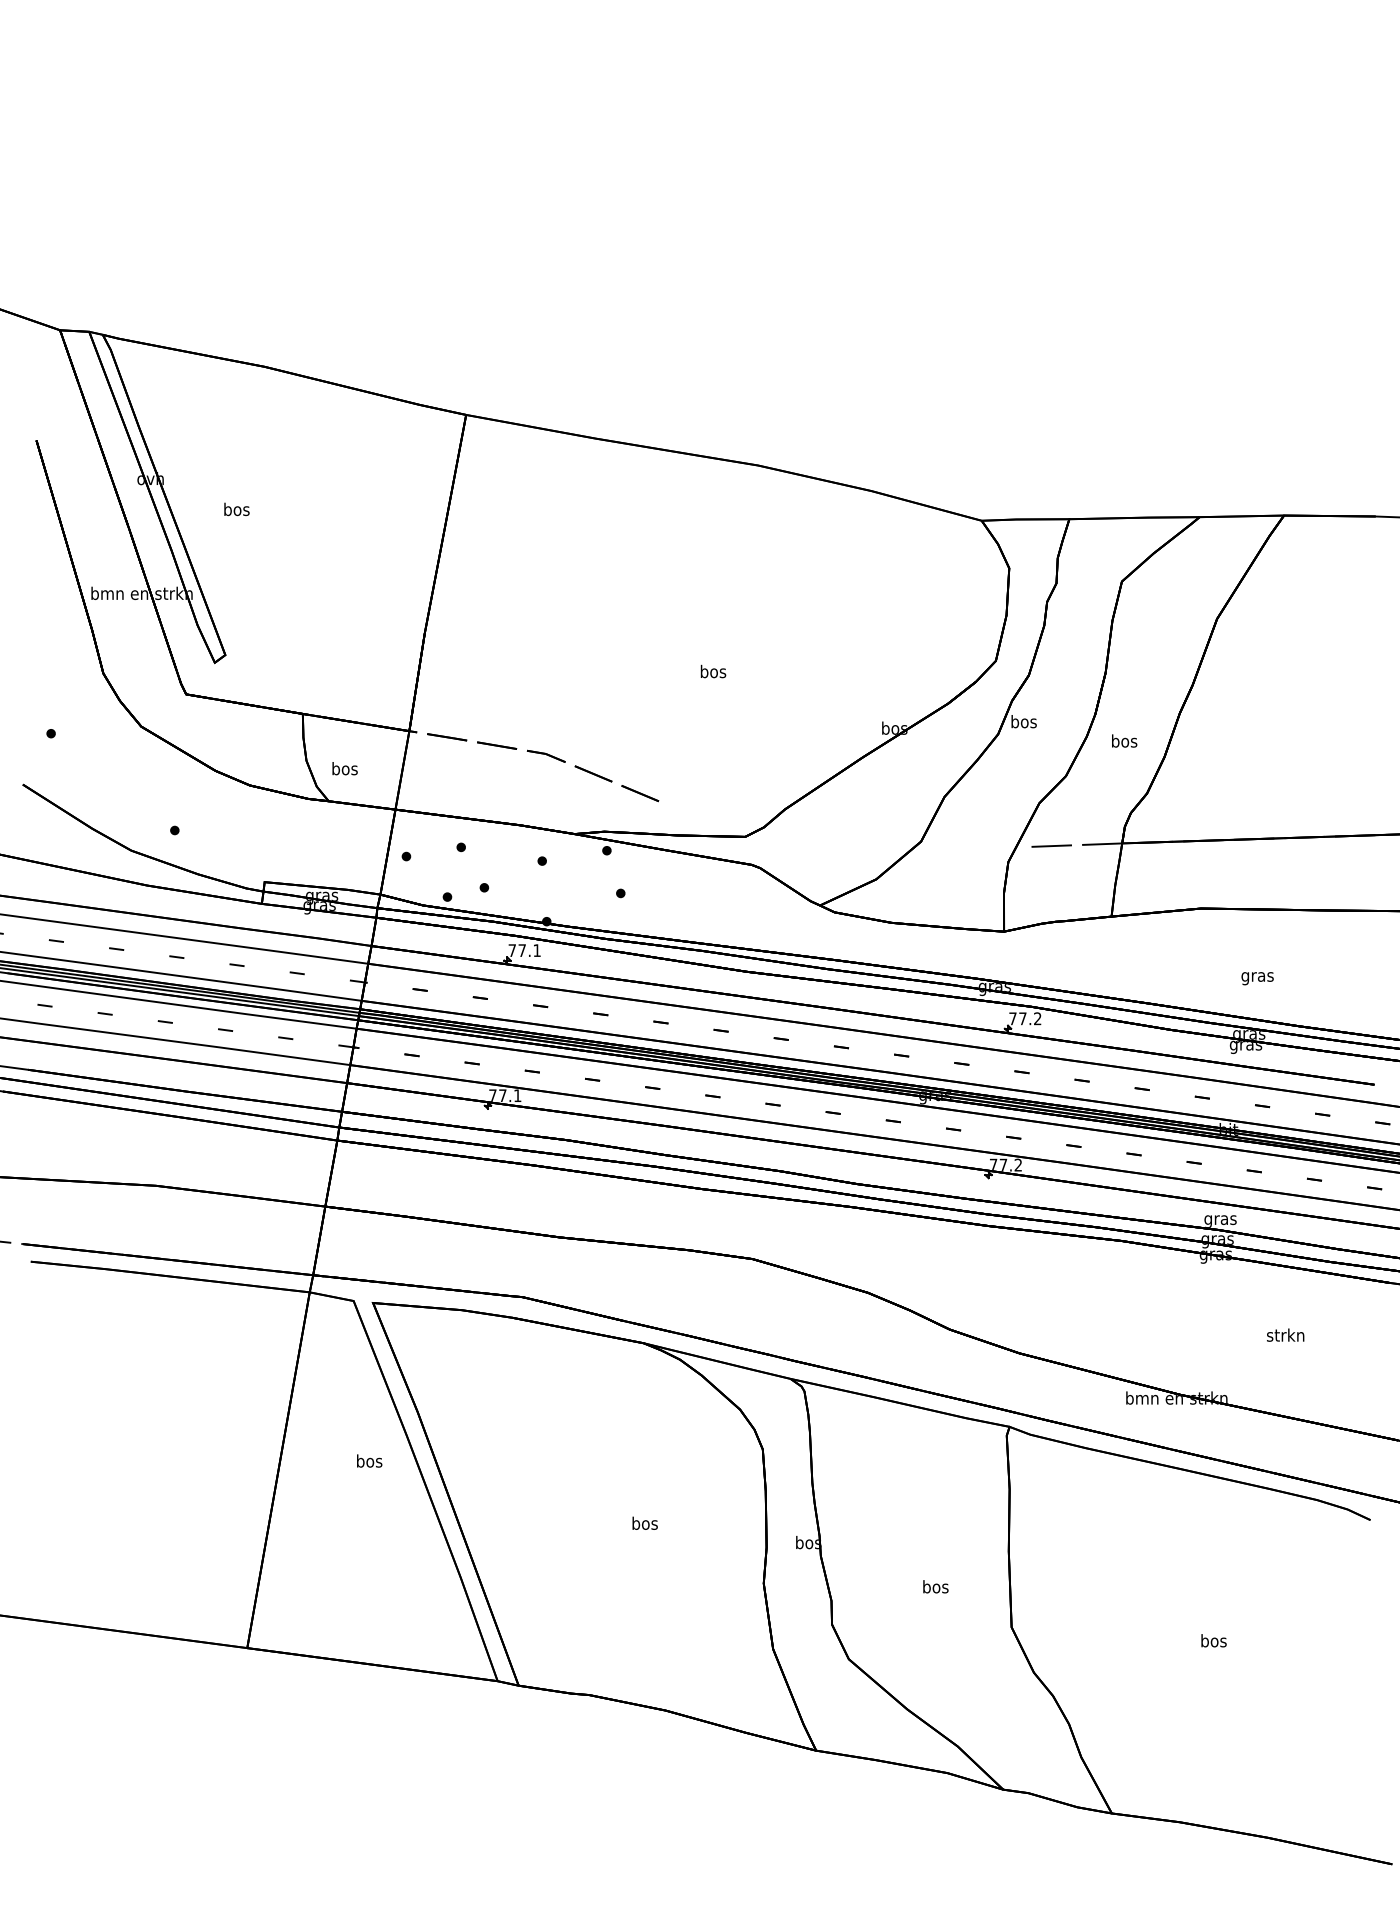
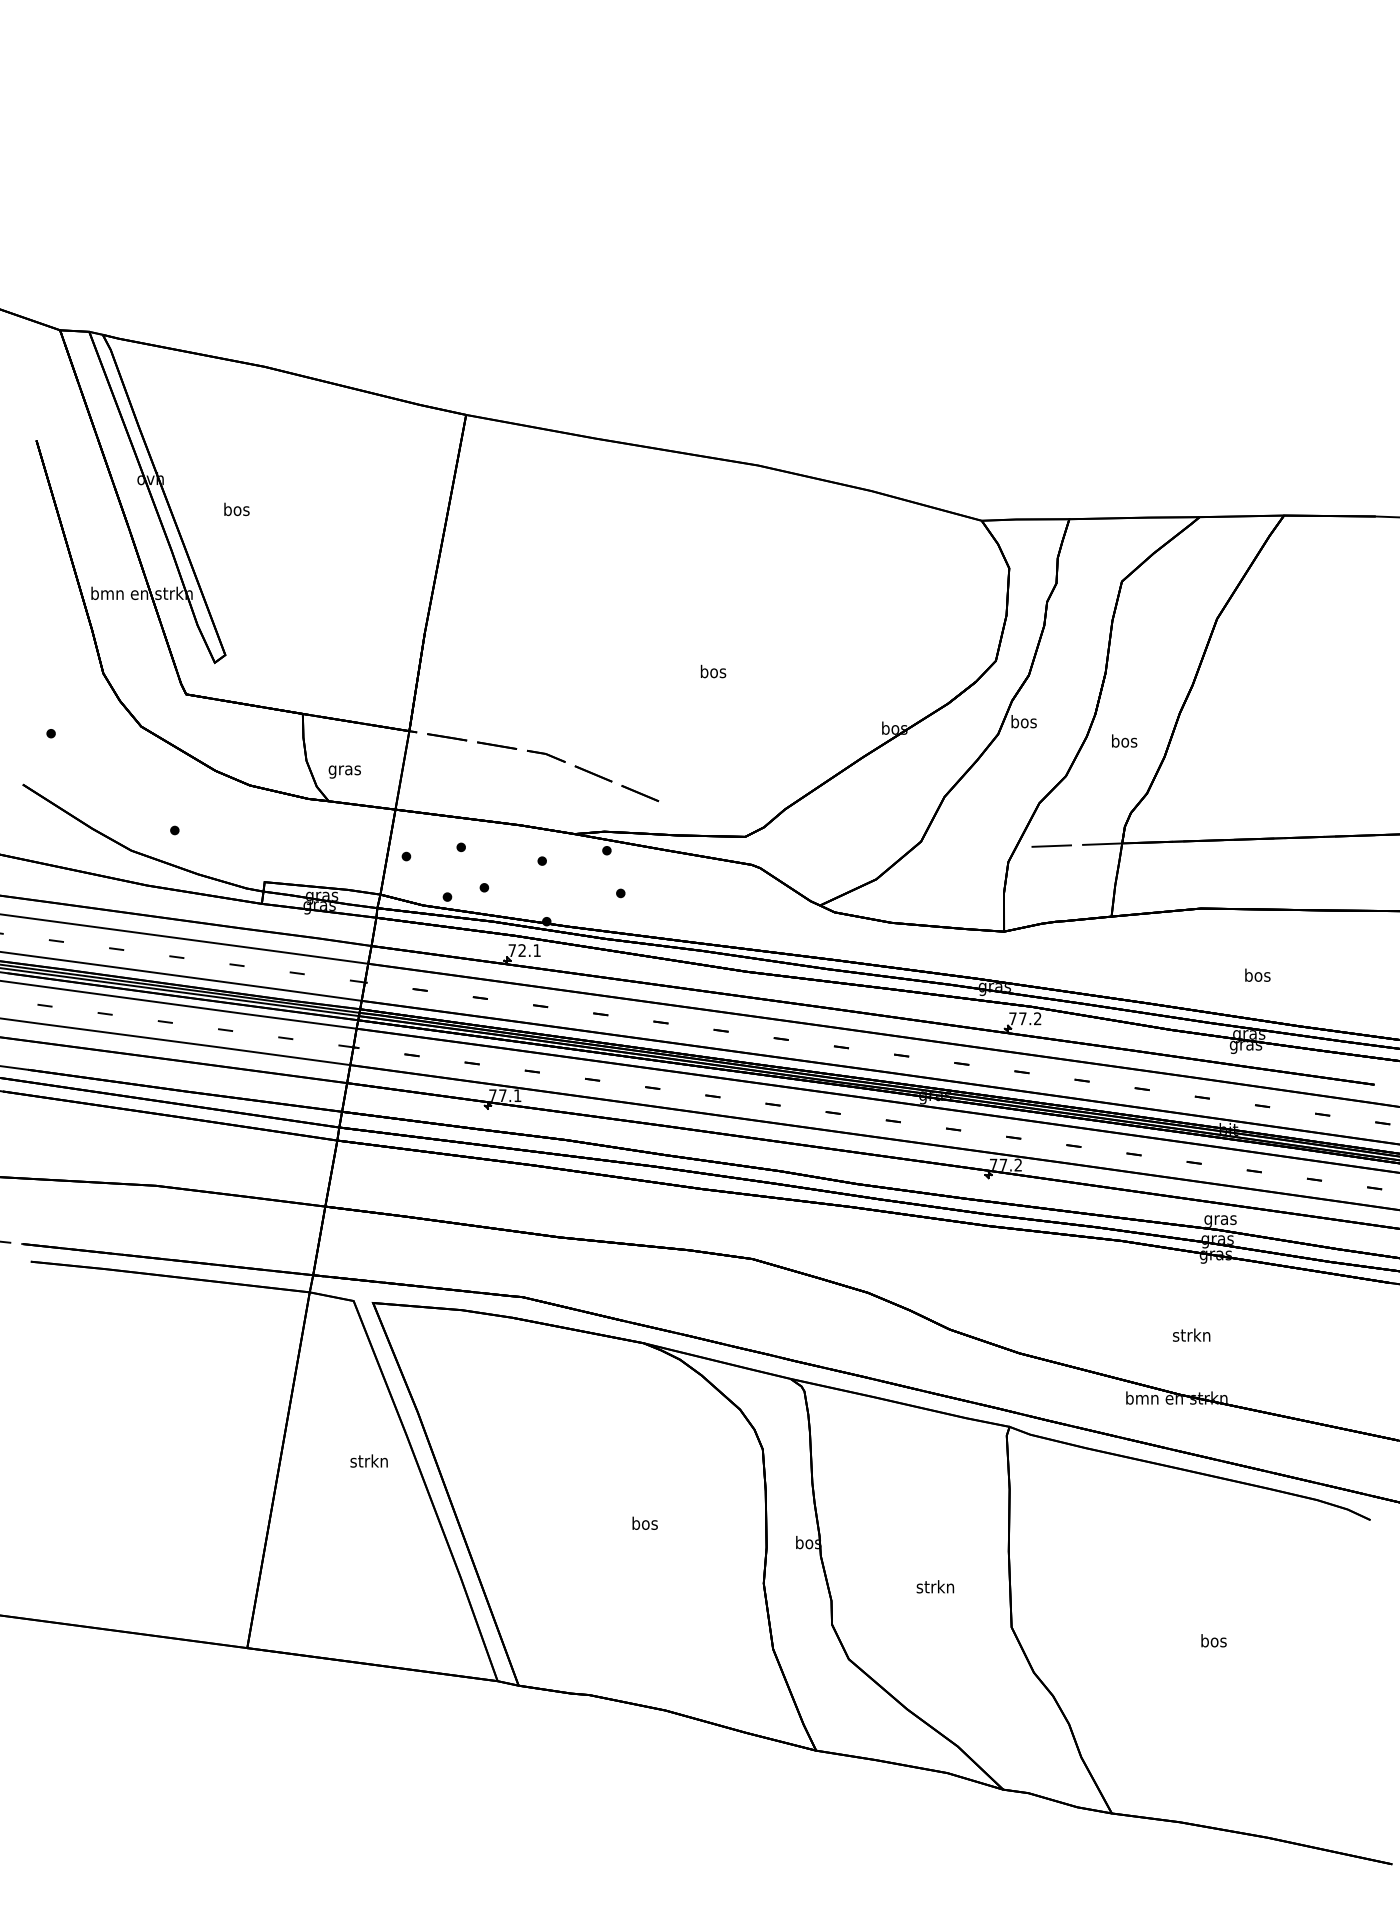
text at (344, 770): bos -> gras
text at (521, 950): 77.1 -> 72.1
text at (1257, 976): gras -> bos
text at (1285, 1334) position: (1285, 1334) -> (1191, 1334)
text at (368, 1460): bos -> strkn
text at (935, 1586): bos -> strkn
